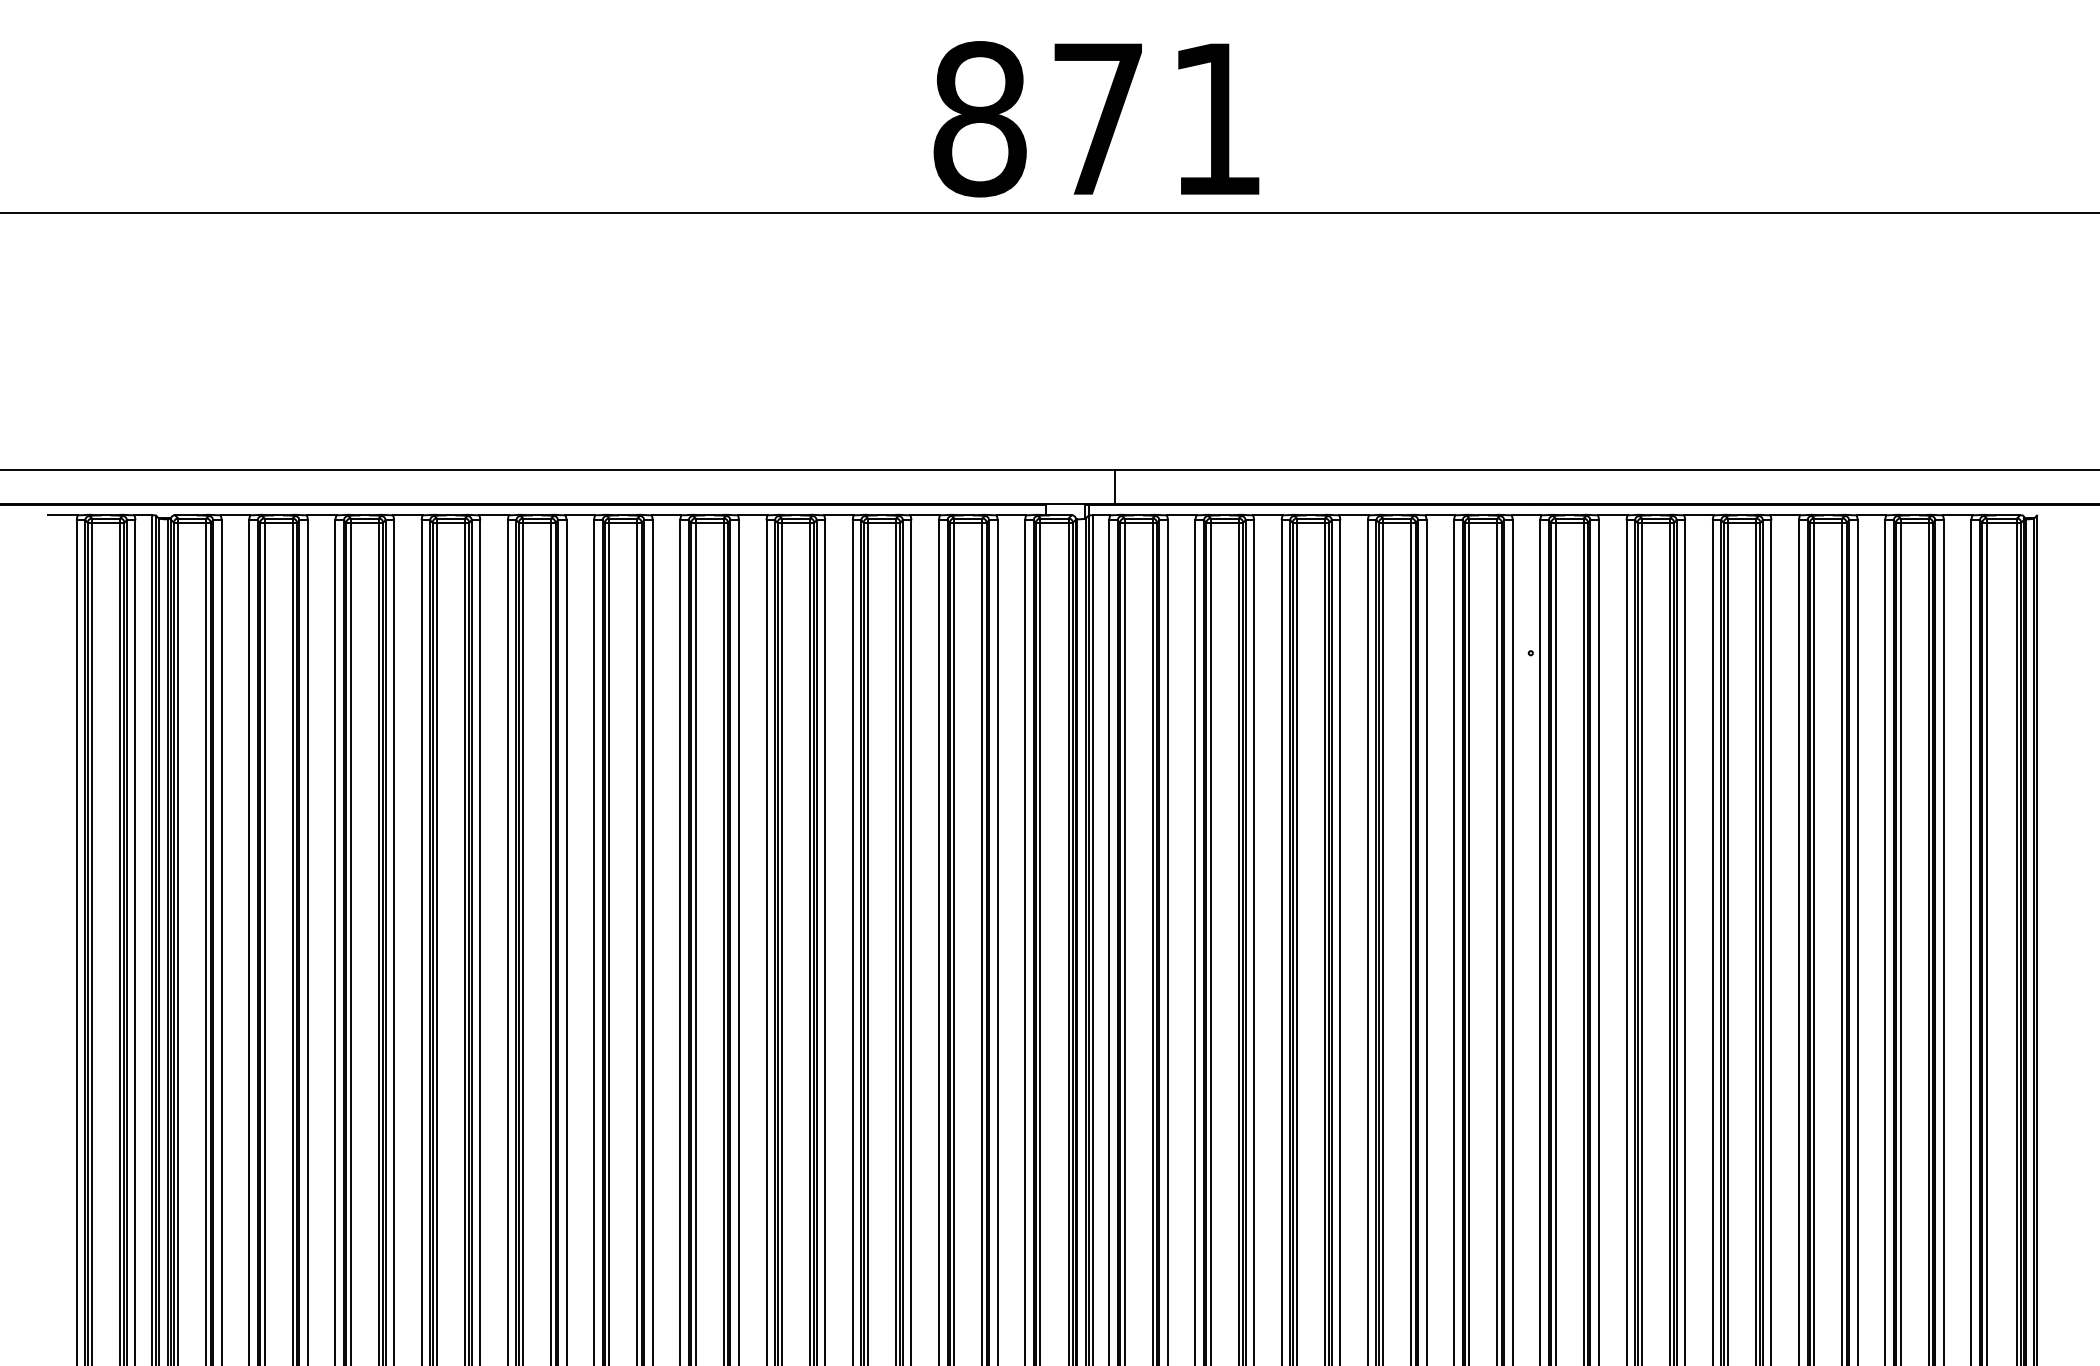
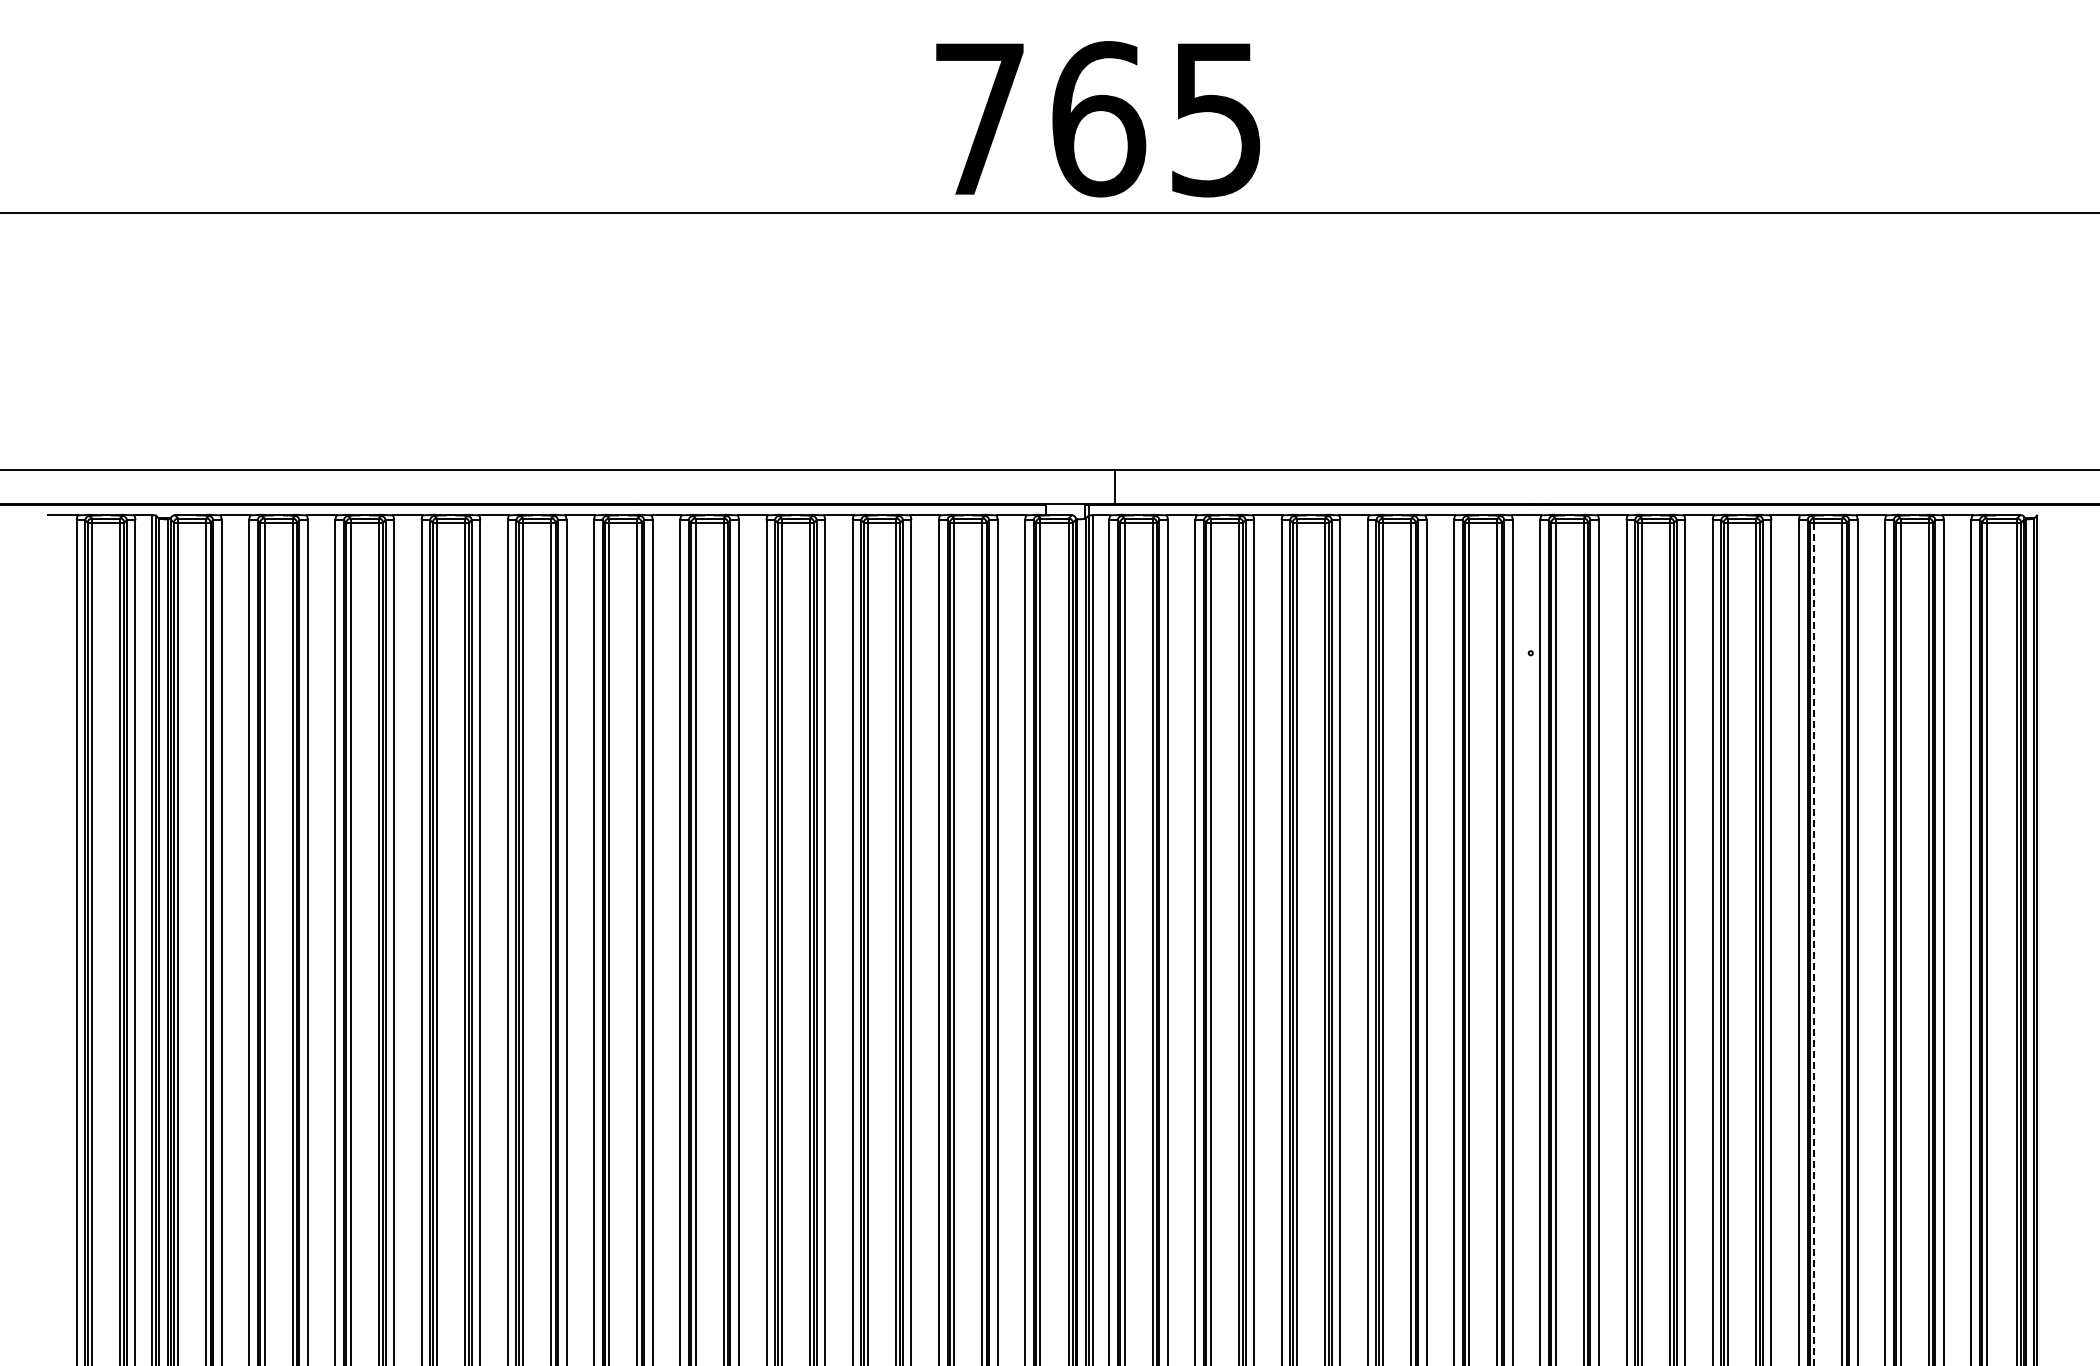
text at (1096, 119): 871 -> 765
line at (1814, 944): solid -> dashed
